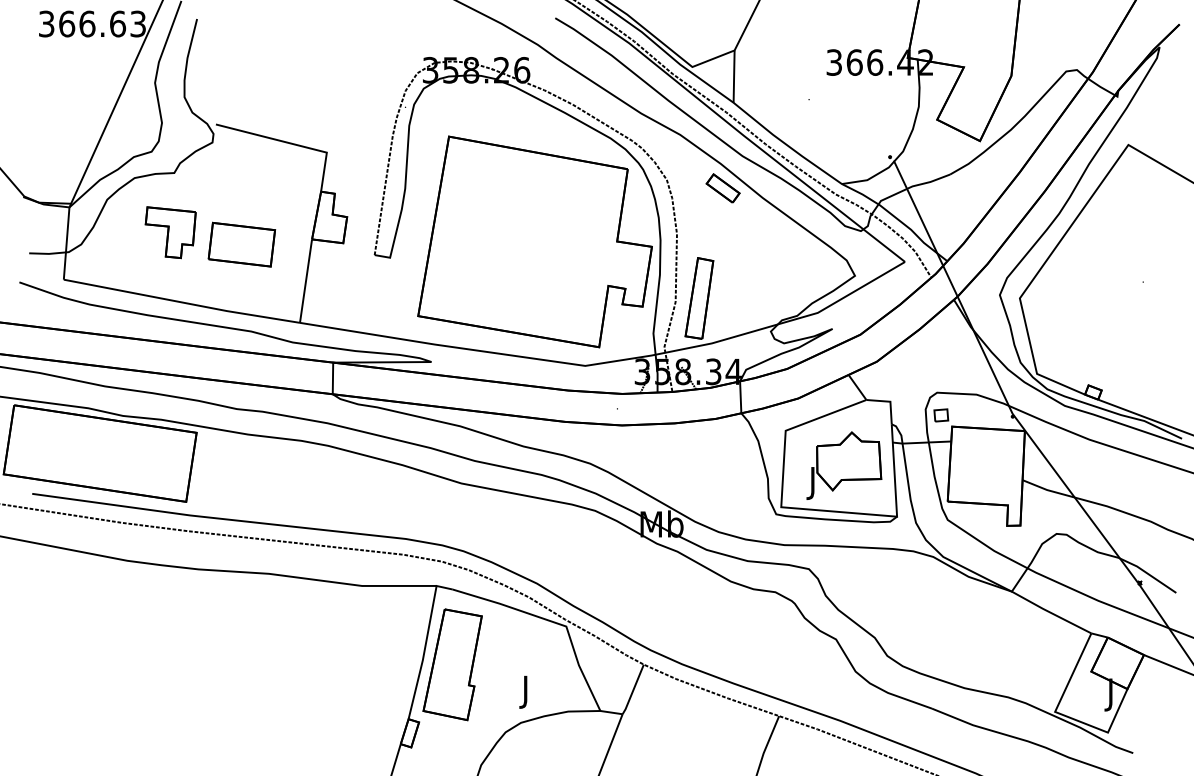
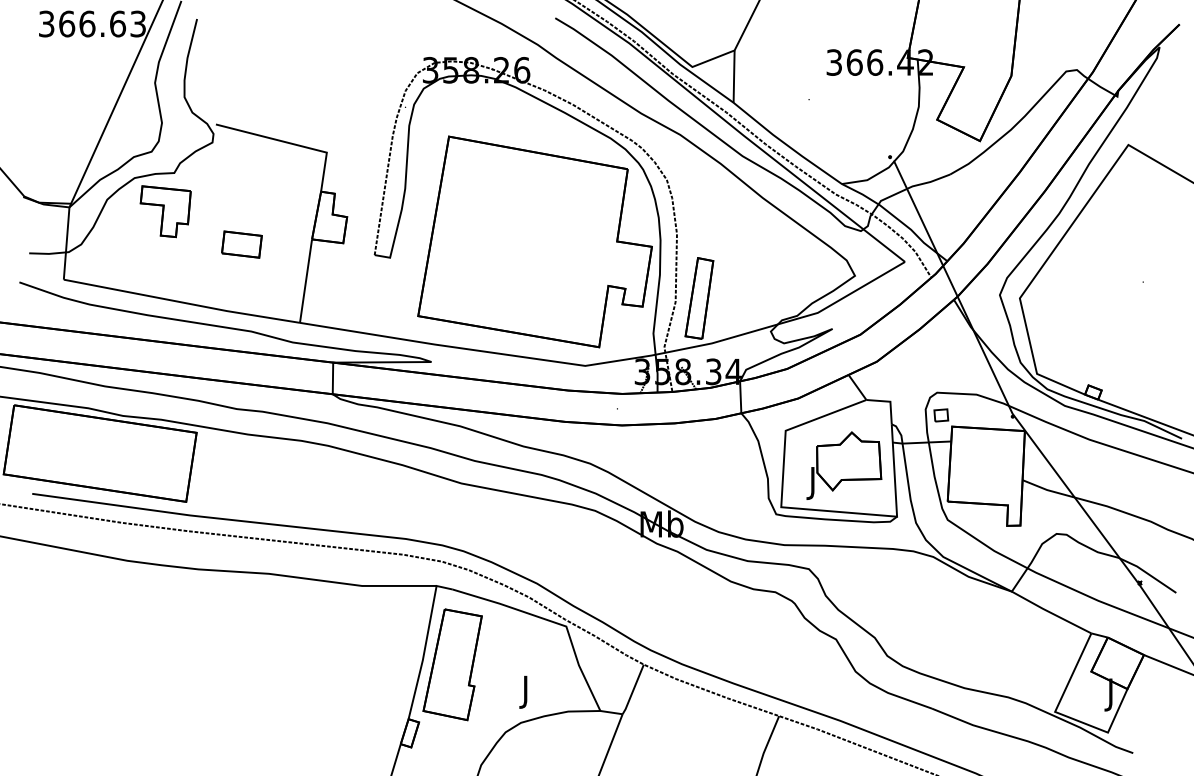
part at (722, 188): present -> none
part at (170, 232) position: (170, 232) -> (165, 211)
part at (241, 244) size: 70x47 px -> 42x29 px
